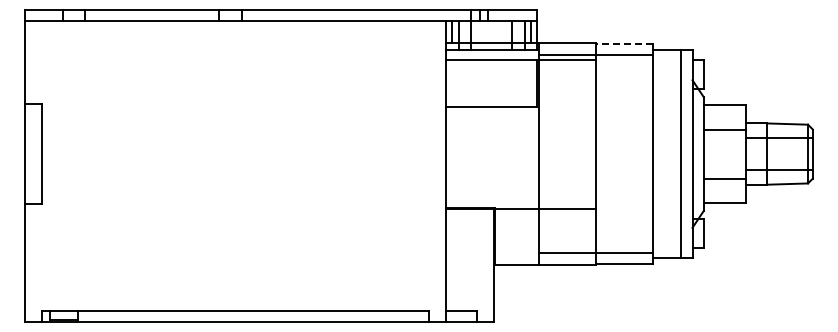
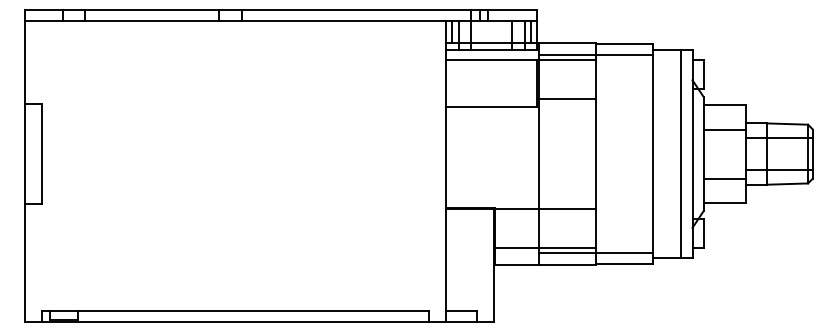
line at (623, 43): dashed -> solid
line at (566, 98): none -> present
line at (545, 247): none -> present
